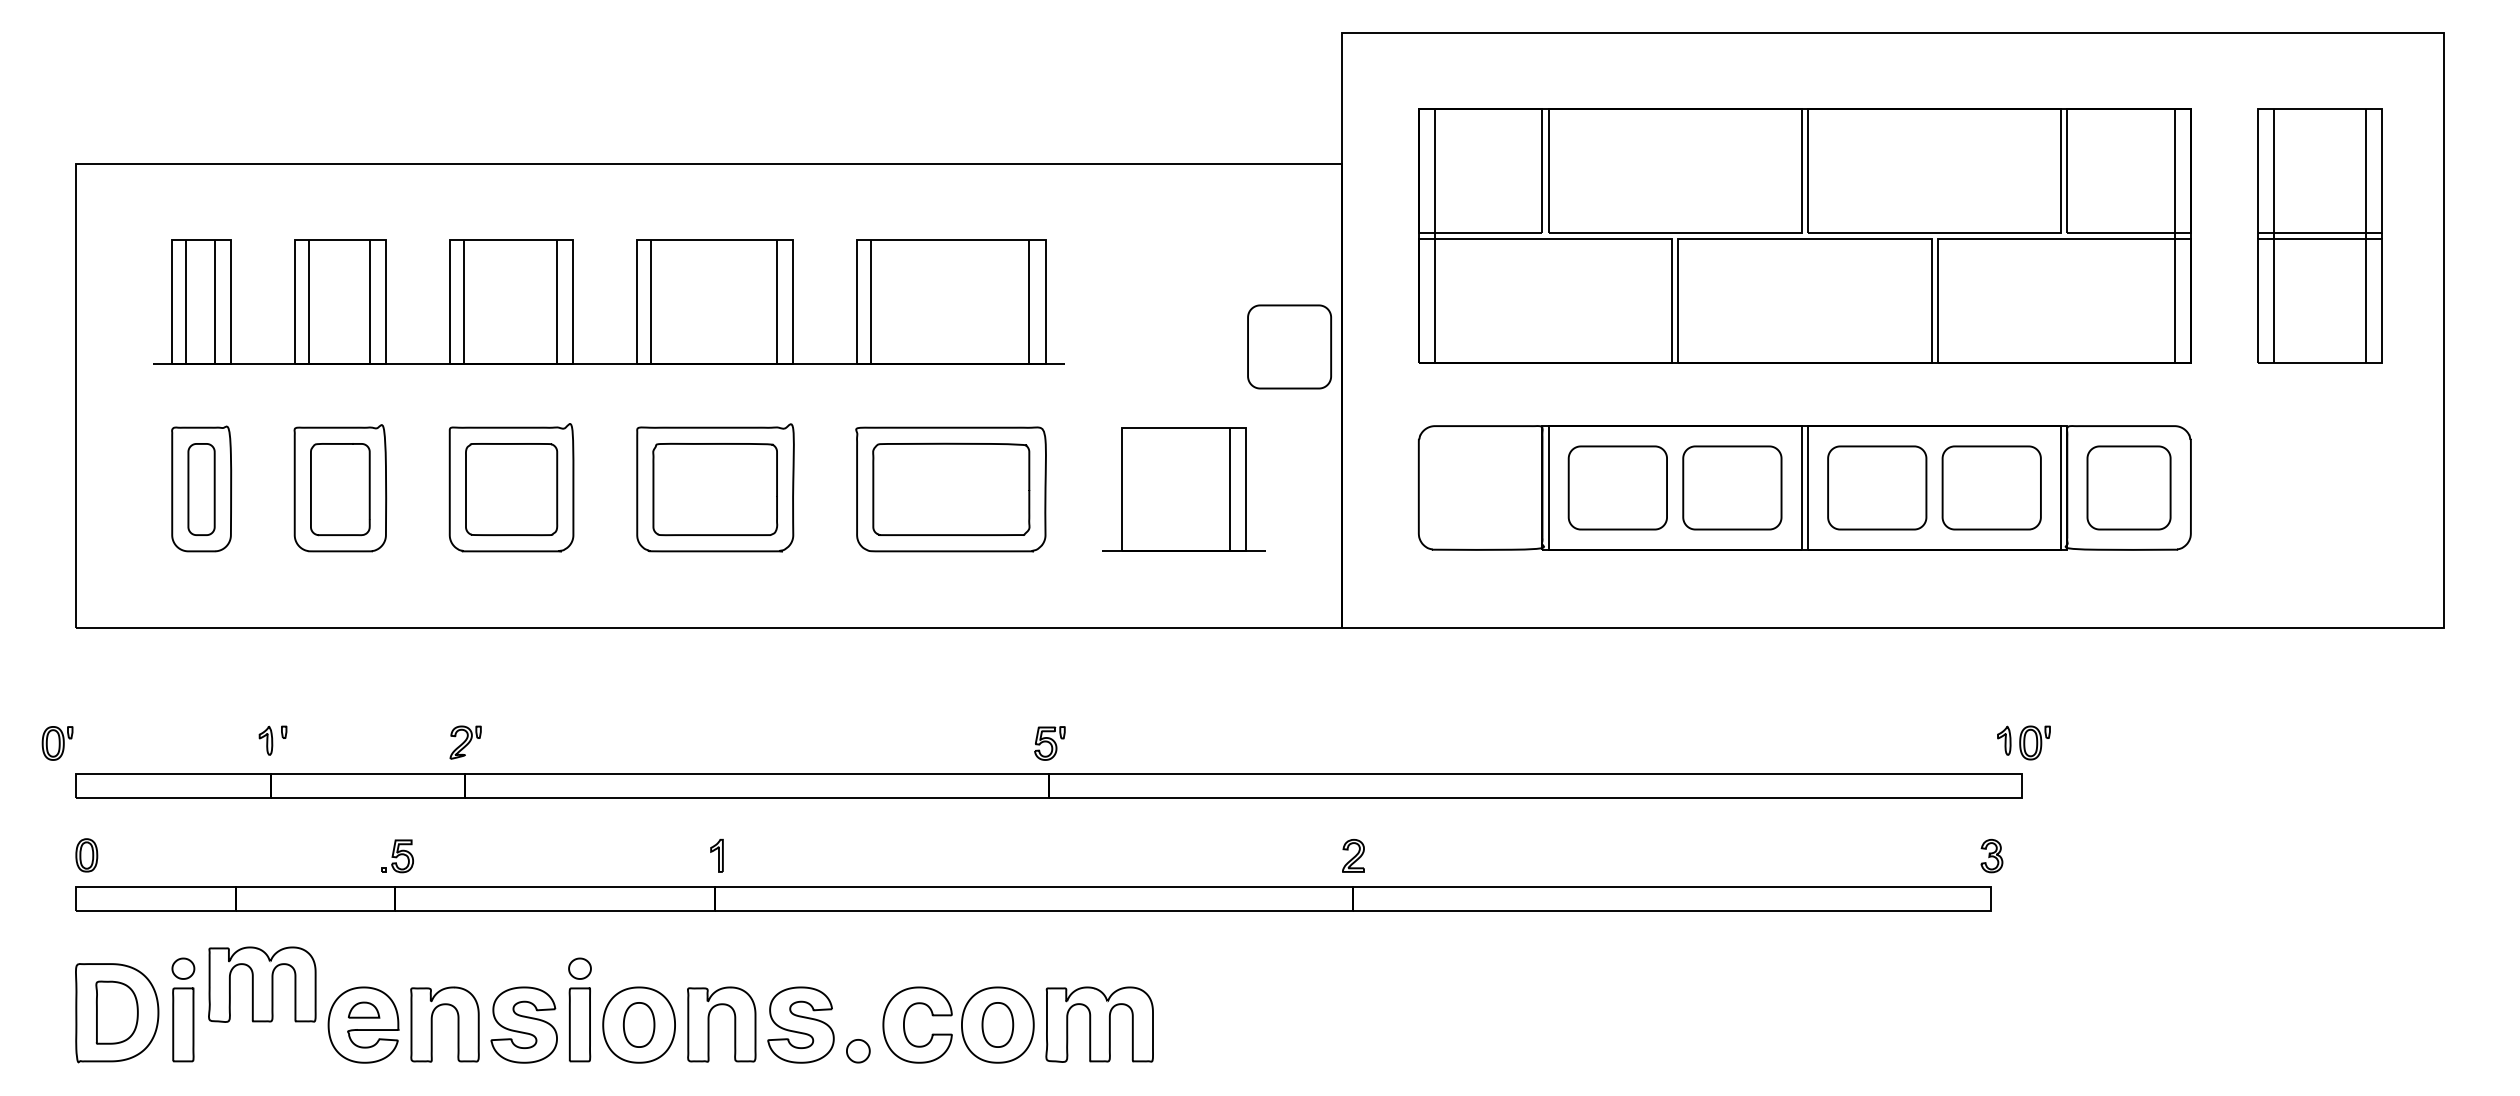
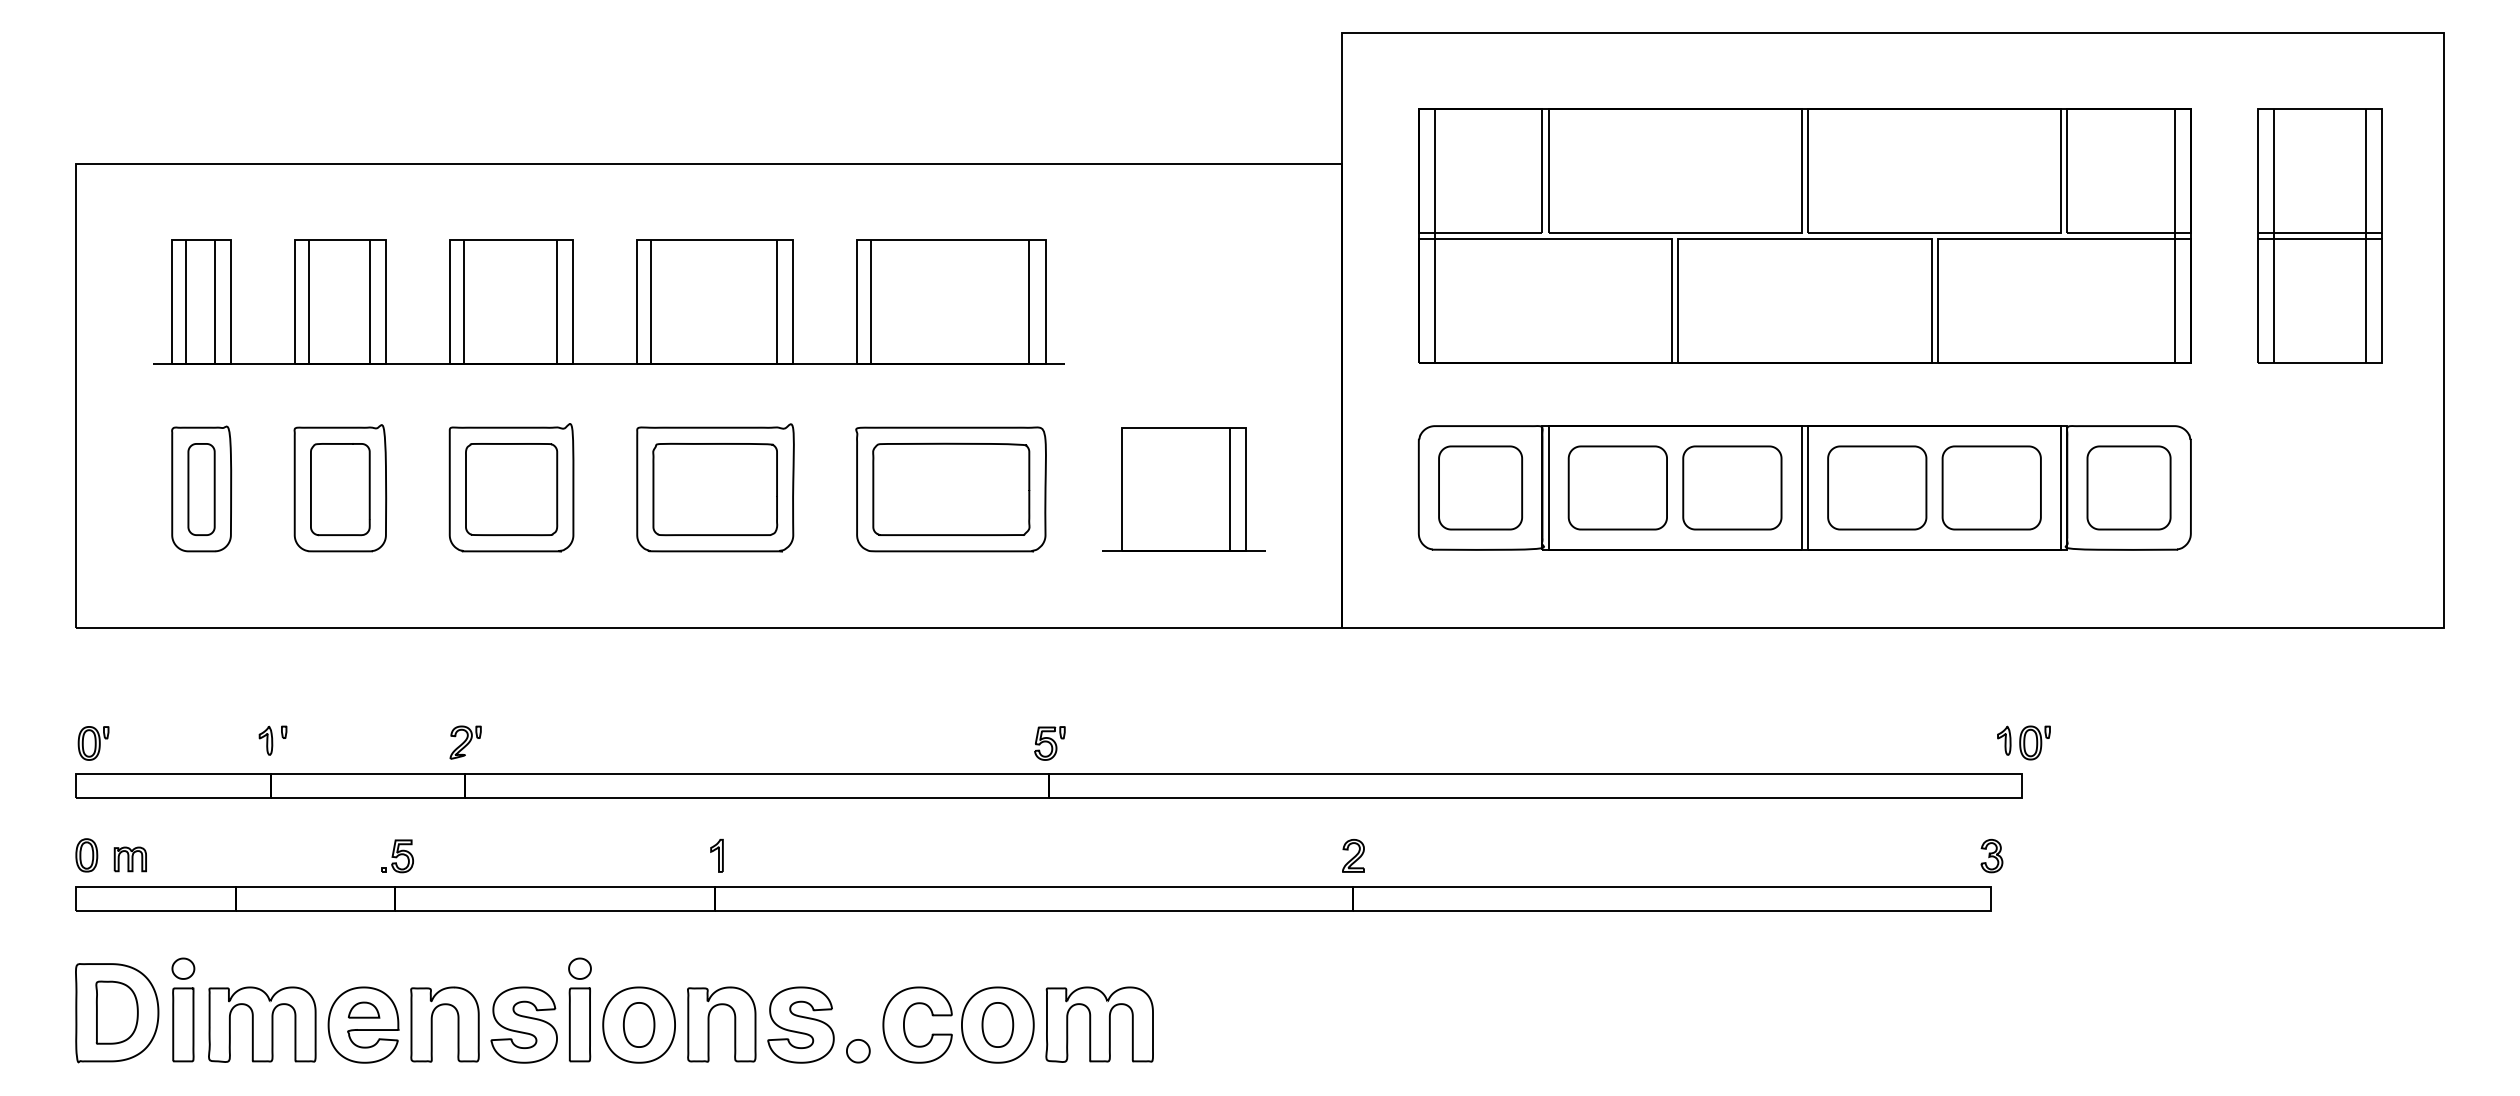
part at (1289, 346) position: (1289, 346) -> (1480, 487)
part at (57, 743) position: (57, 743) -> (93, 743)
part at (129, 859): none -> present
part at (262, 984) position: (262, 984) -> (262, 1024)
